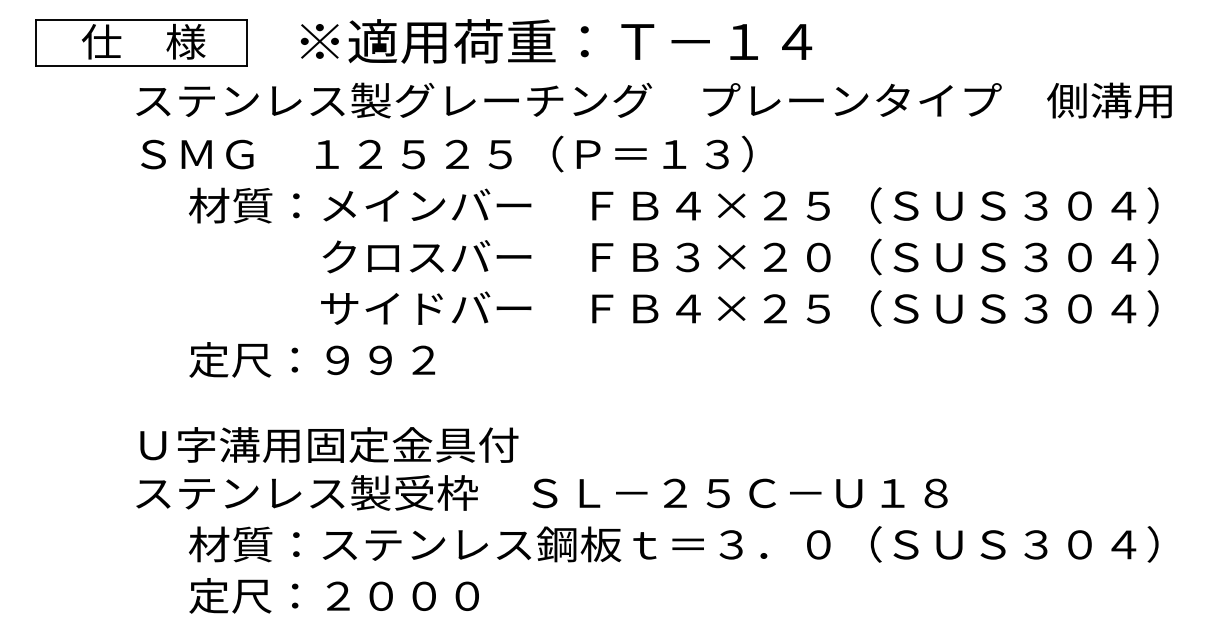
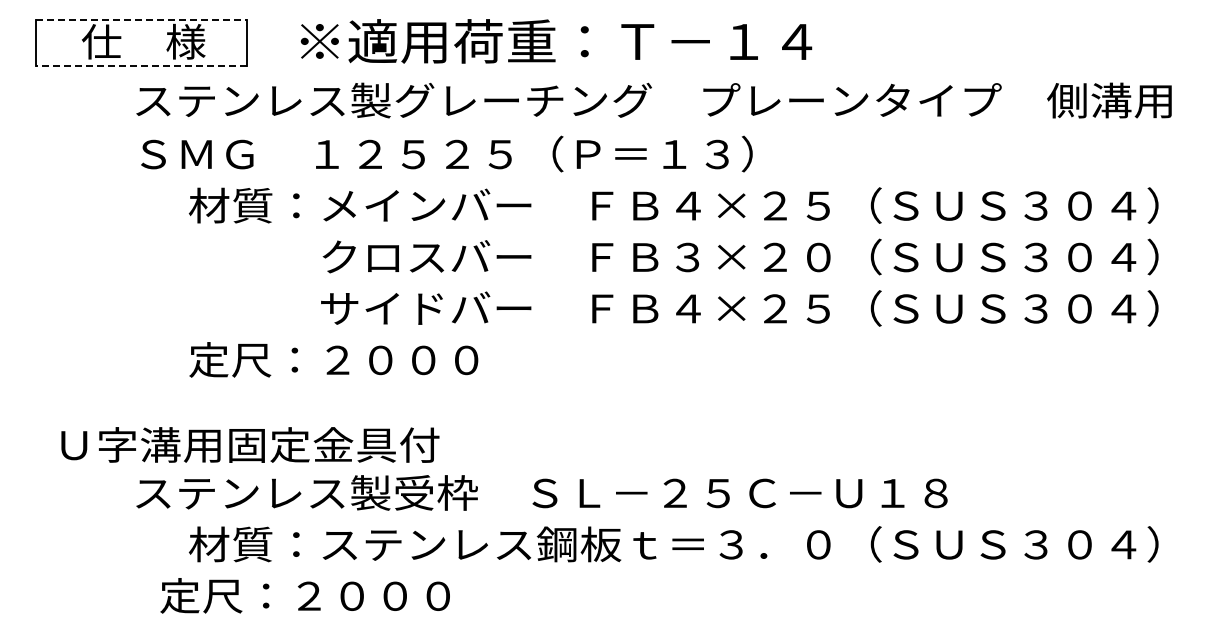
line at (141, 19): solid -> dashed
line at (140, 66): solid -> dashed
text at (402, 360): 定尺：９９２ -> 定尺：２０００
text at (329, 444) position: (329, 444) -> (250, 444)
text at (333, 595) position: (333, 595) -> (304, 595)
